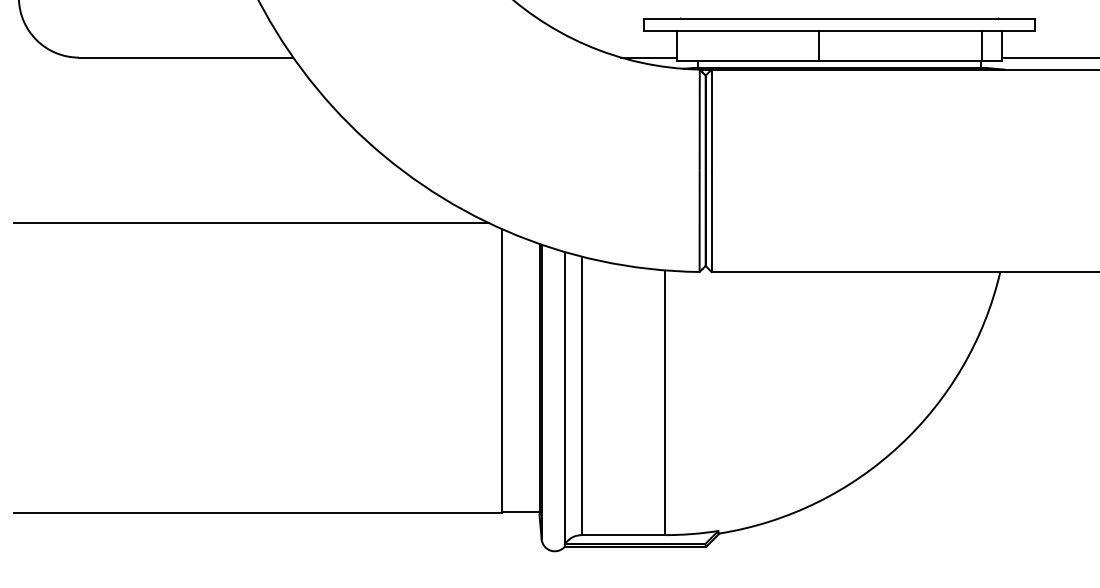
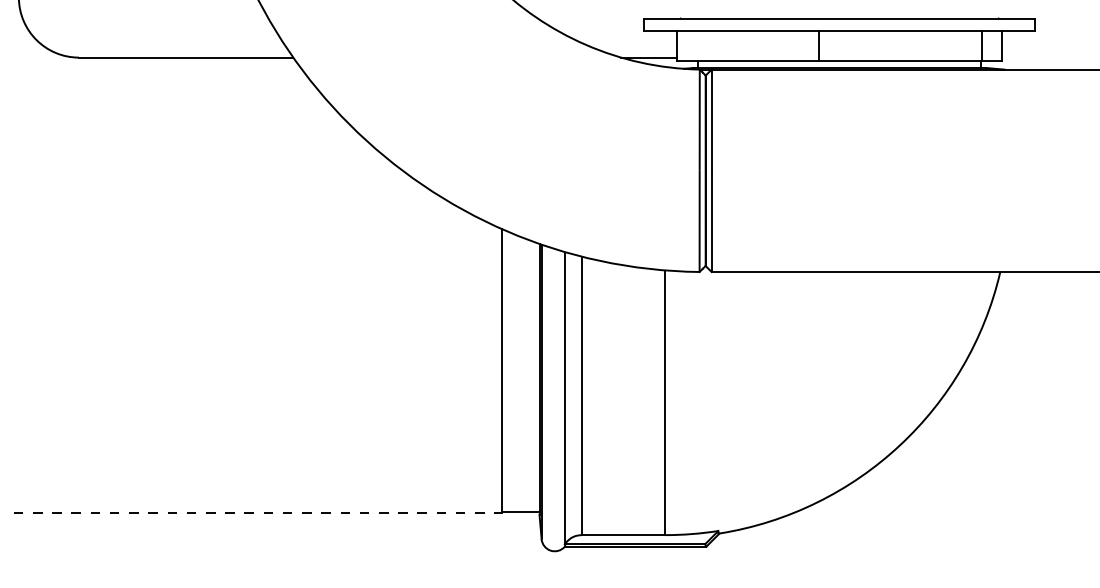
line at (1048, 57): present -> none
line at (251, 223): present -> none
line at (258, 513): solid -> dashed
